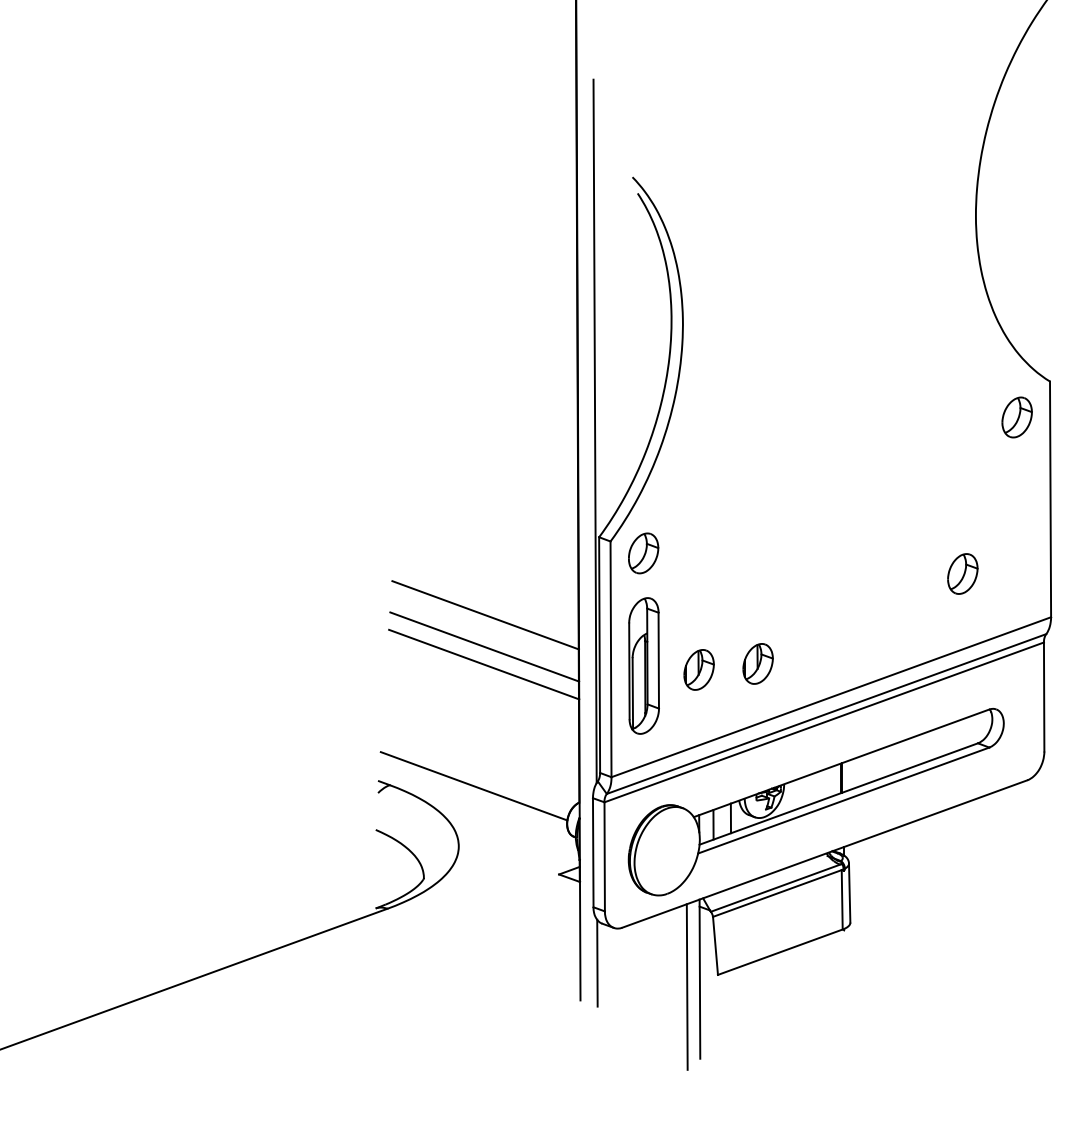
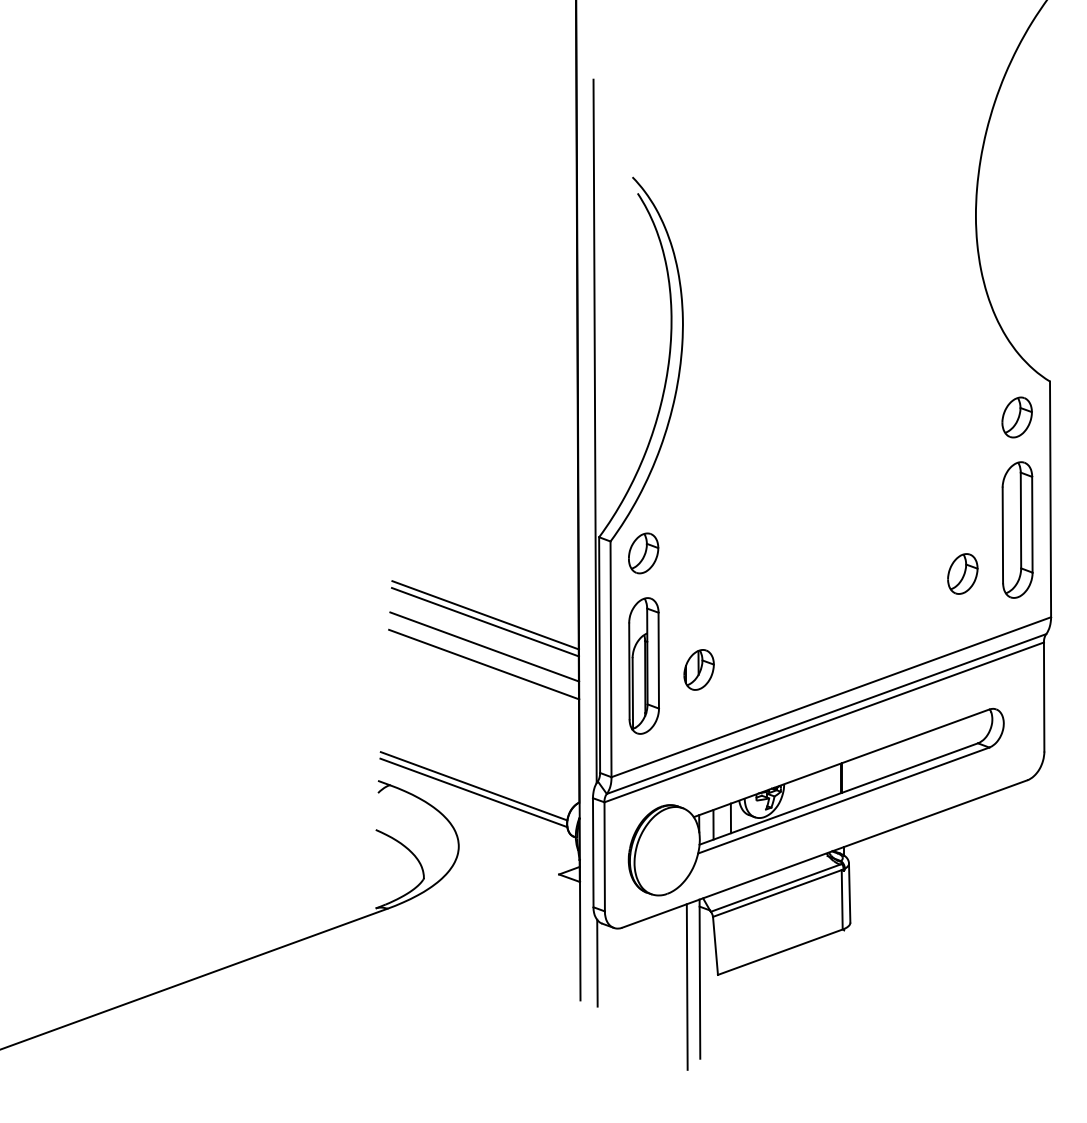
part at (1017, 529): none -> present
line at (484, 622): none -> present
part at (757, 663): present -> none
line at (473, 792): none -> present
